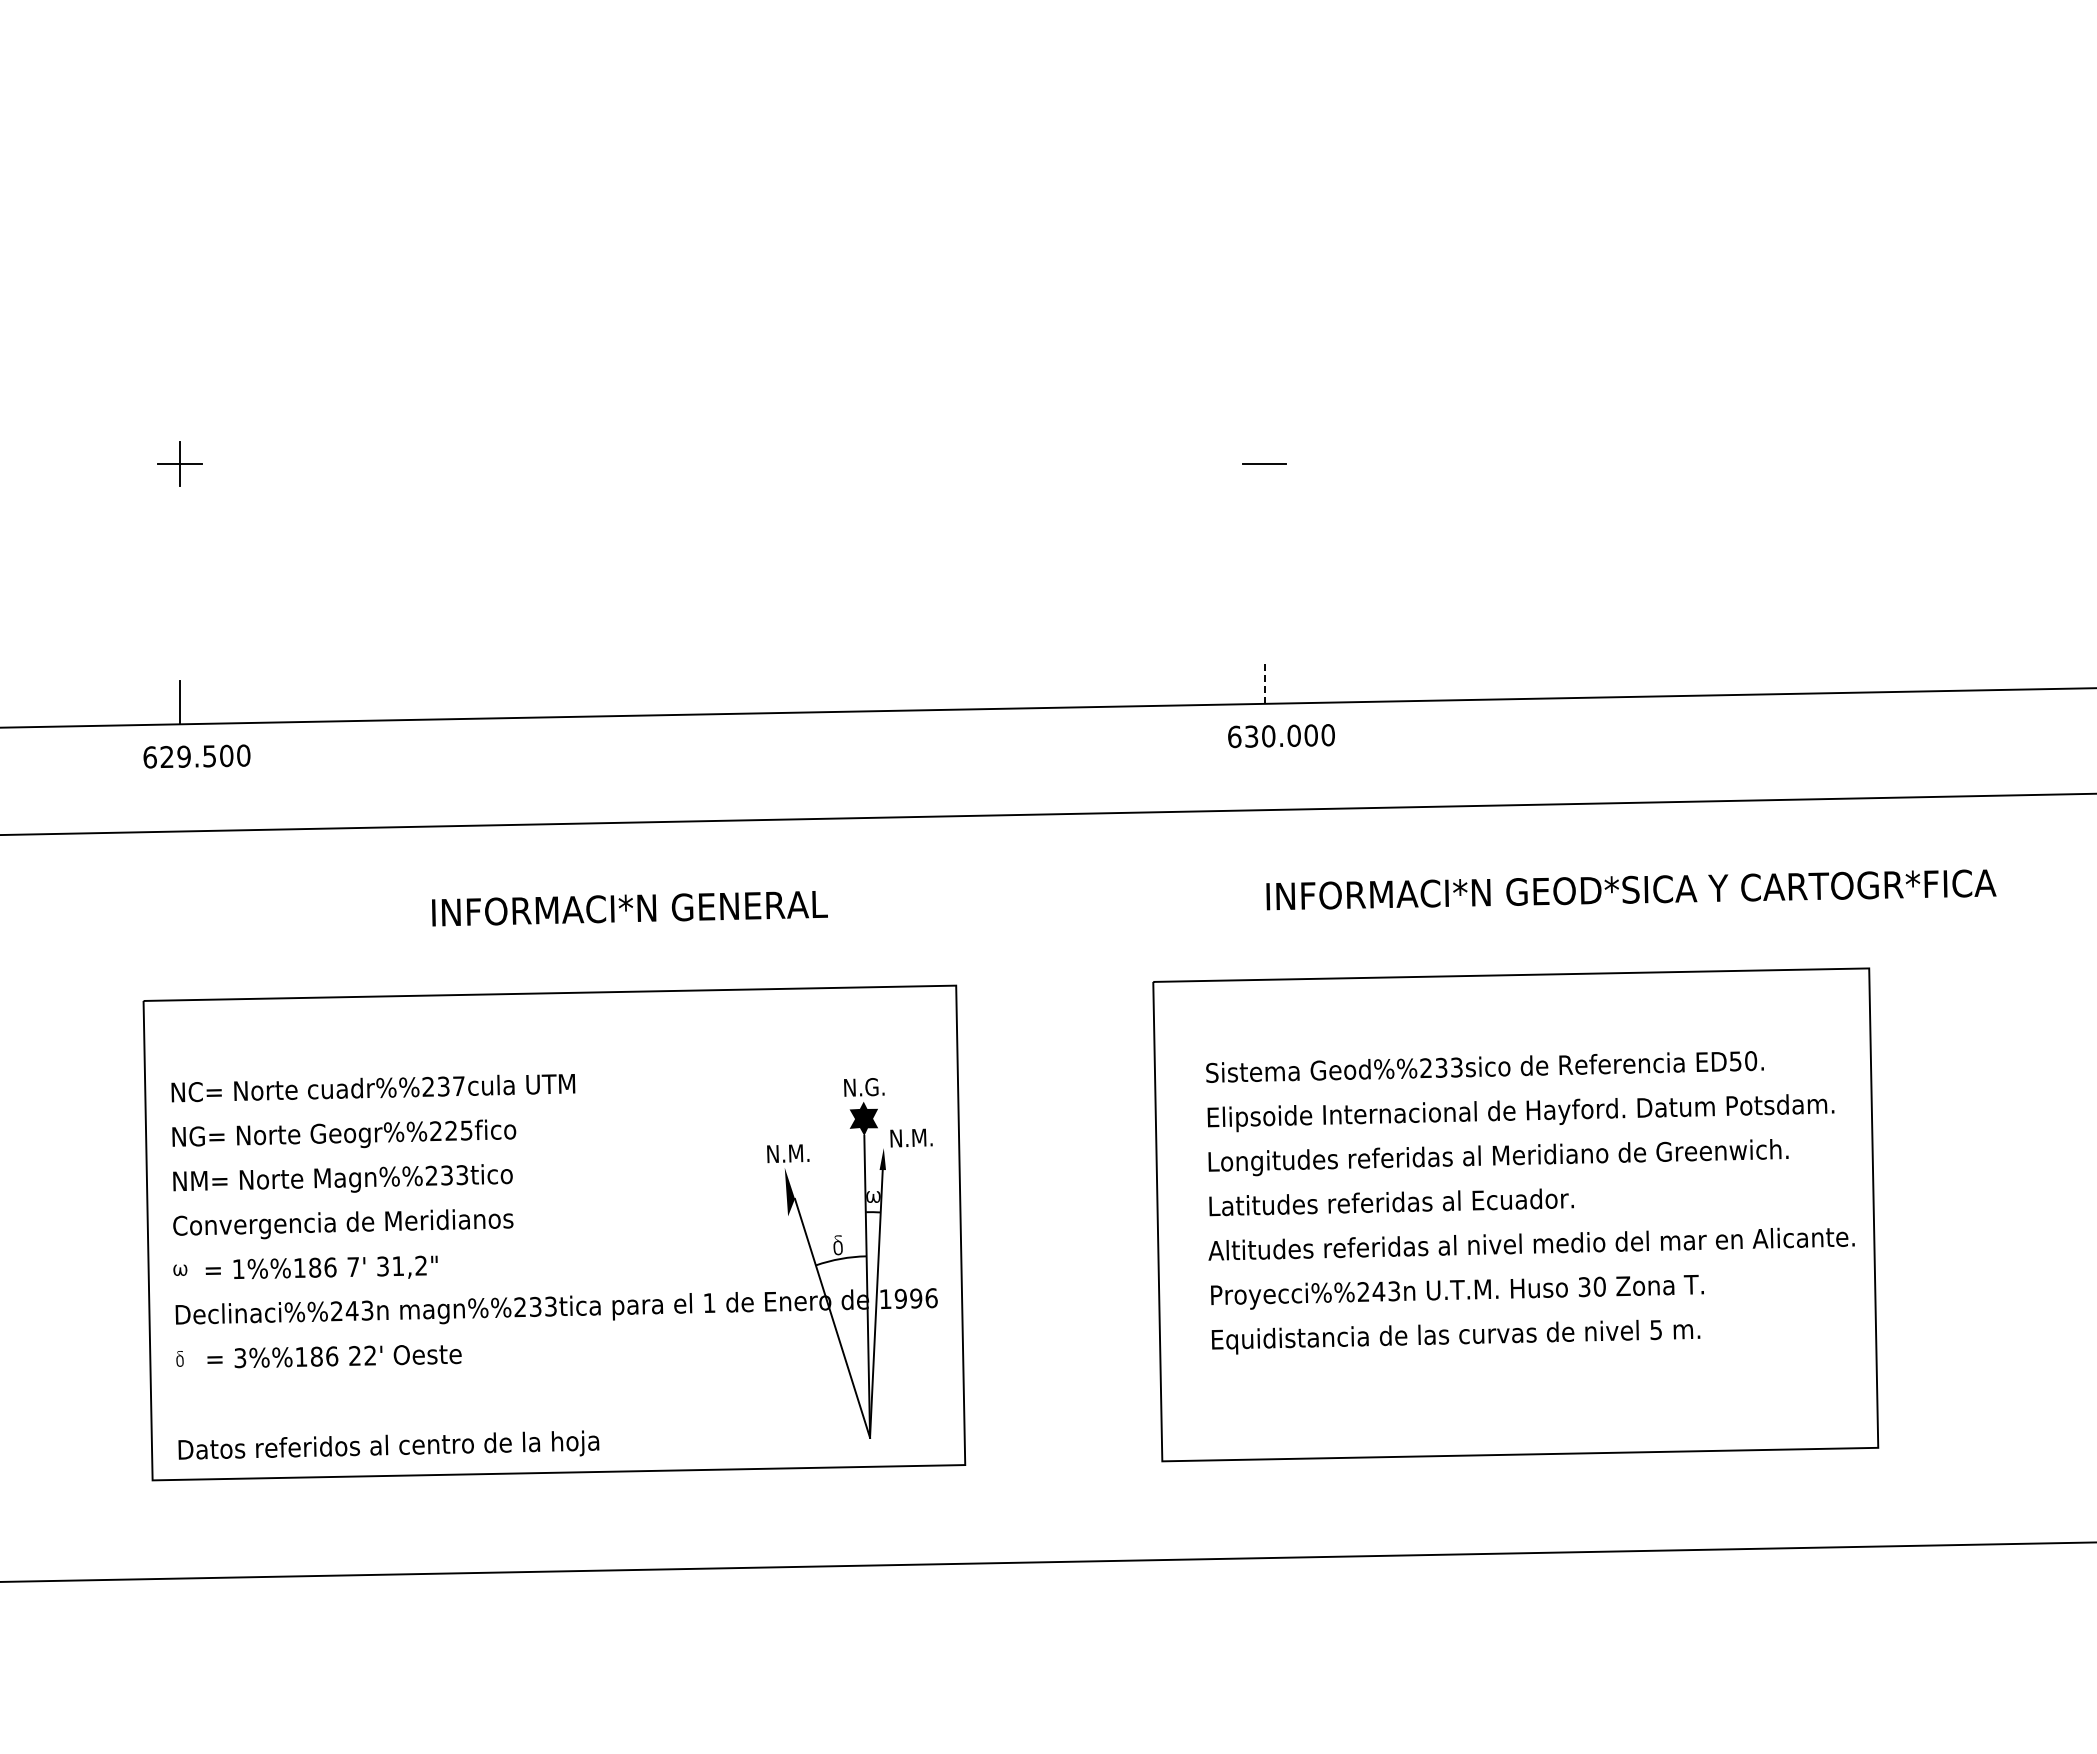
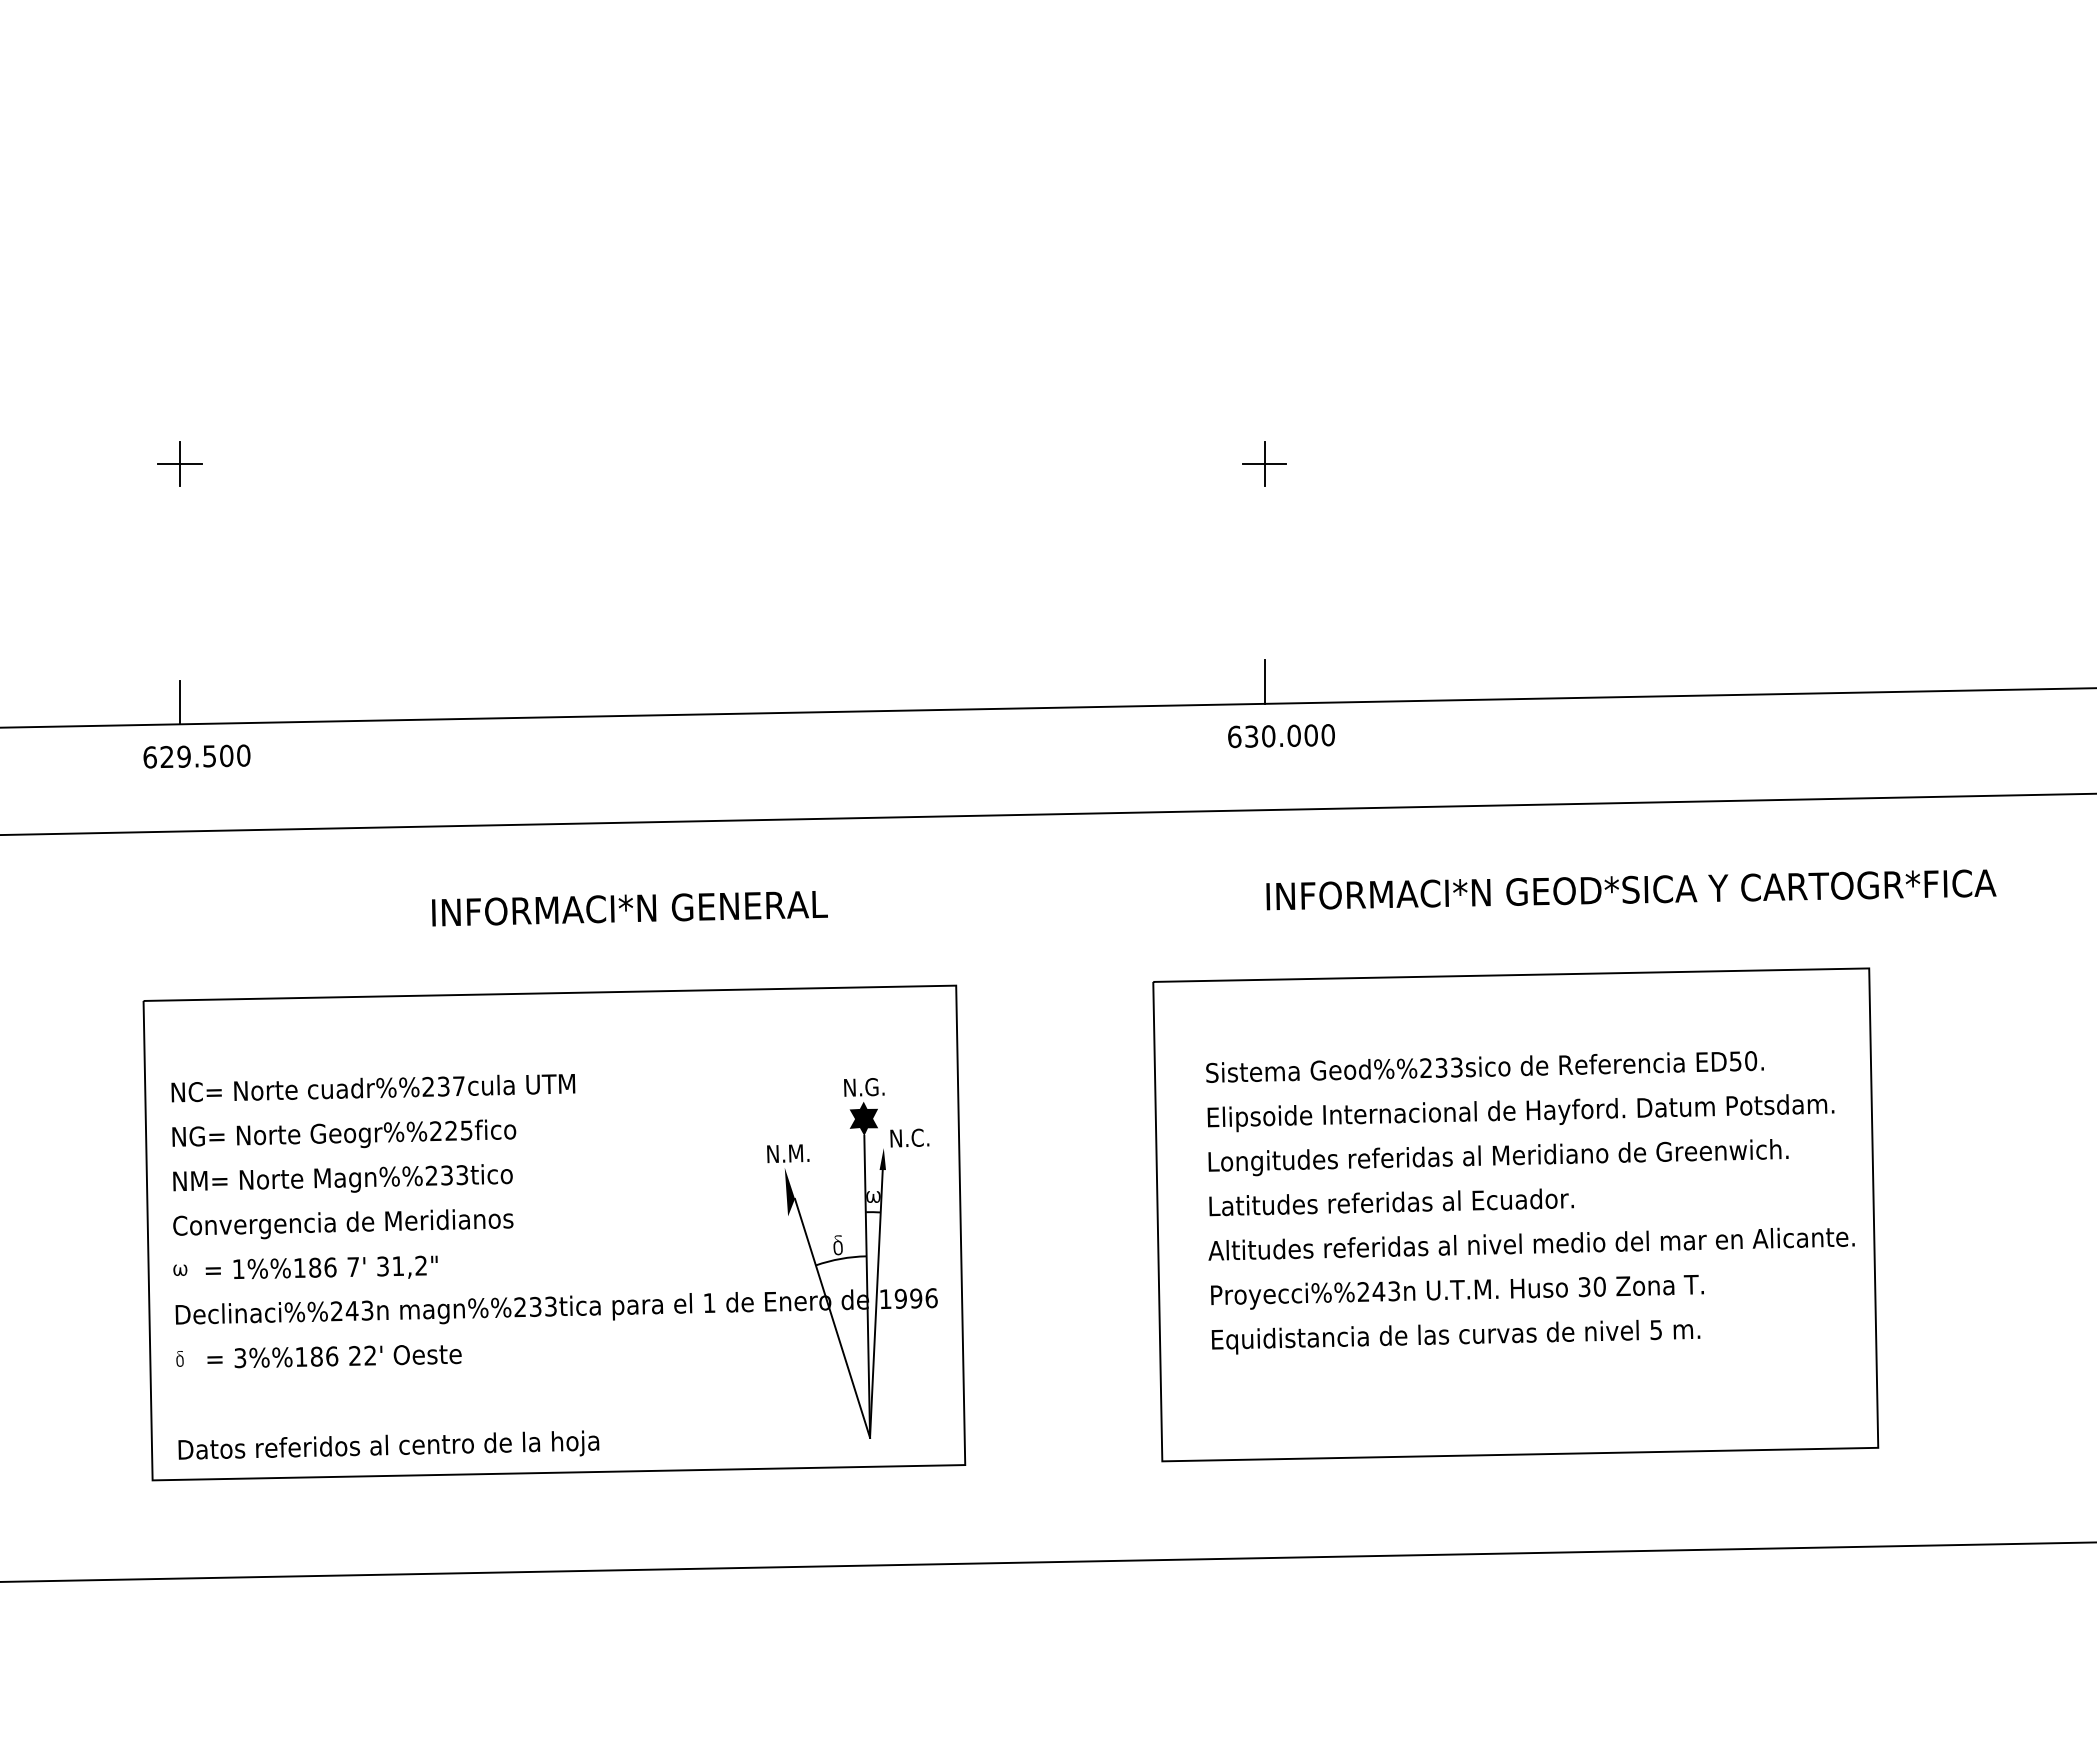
line at (1264, 463): none -> present
line at (1264, 682): dashed -> solid
text at (921, 1137): N.M. -> N.C.
